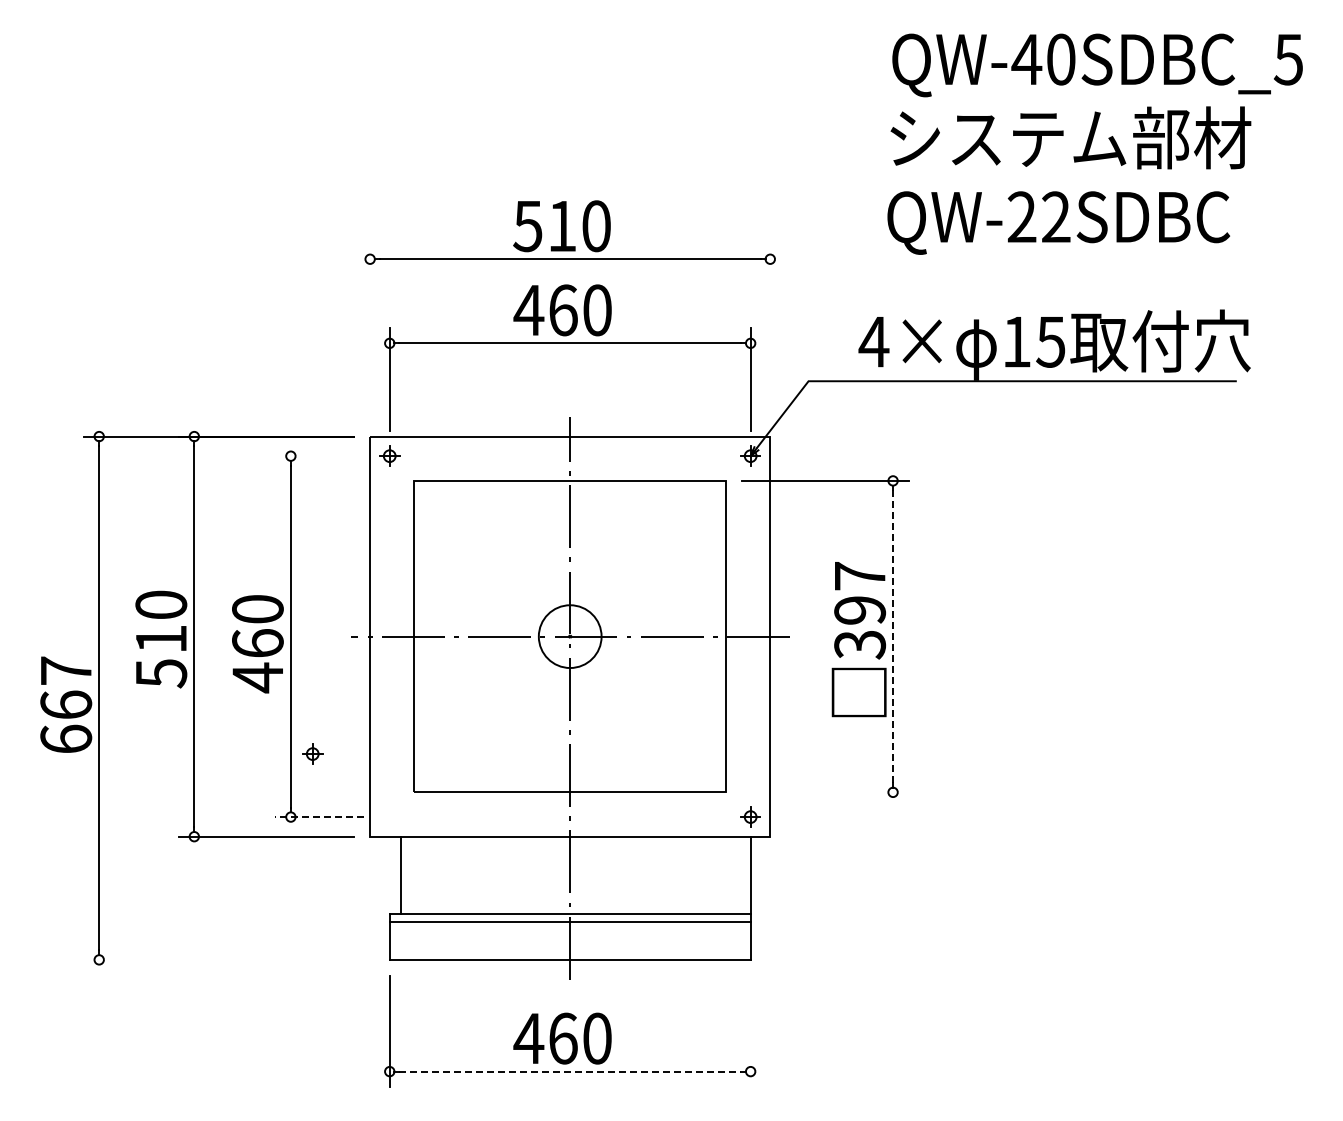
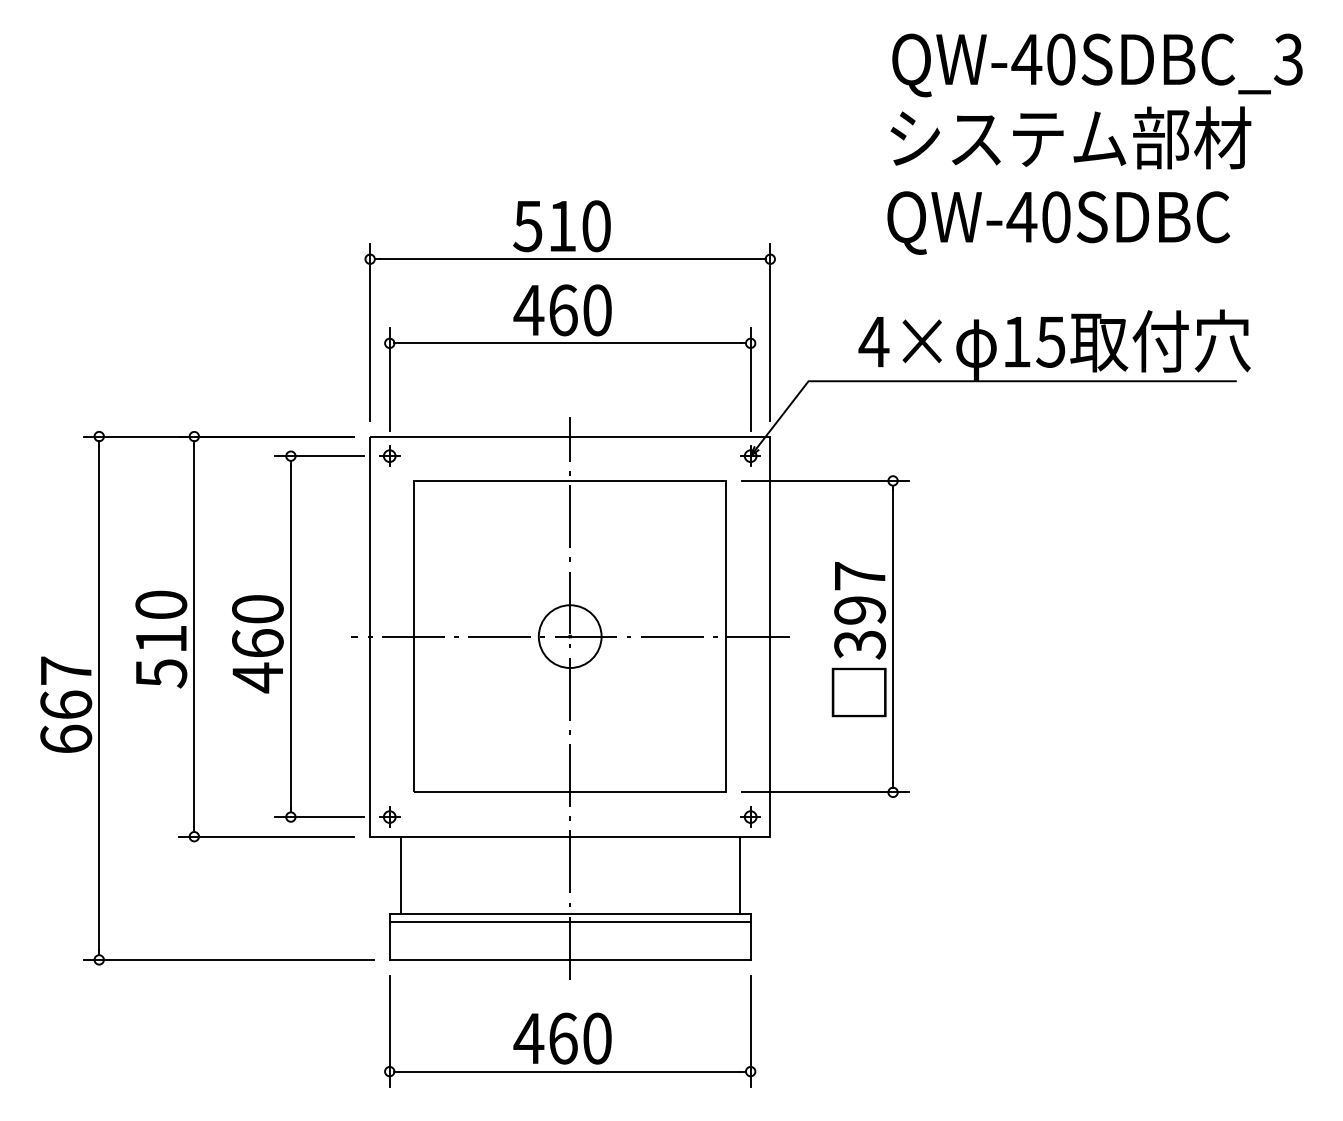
text at (1288, 59): QW-40SDBC_5 -> QW-40SDBC_3
text at (1038, 217): QW-22SDBC -> QW-40SDBC
line at (370, 331): none -> present
line at (770, 331): none -> present
line at (319, 456): none -> present
line at (893, 637): dashed -> solid
part at (312, 753) position: (312, 753) -> (389, 816)
line at (824, 792): none -> present
line at (319, 817): dashed -> solid
line at (750, 875) position: (750, 875) -> (739, 875)
line at (228, 959): none -> present
line at (750, 1031): none -> present
line at (570, 1071): dashed -> solid
